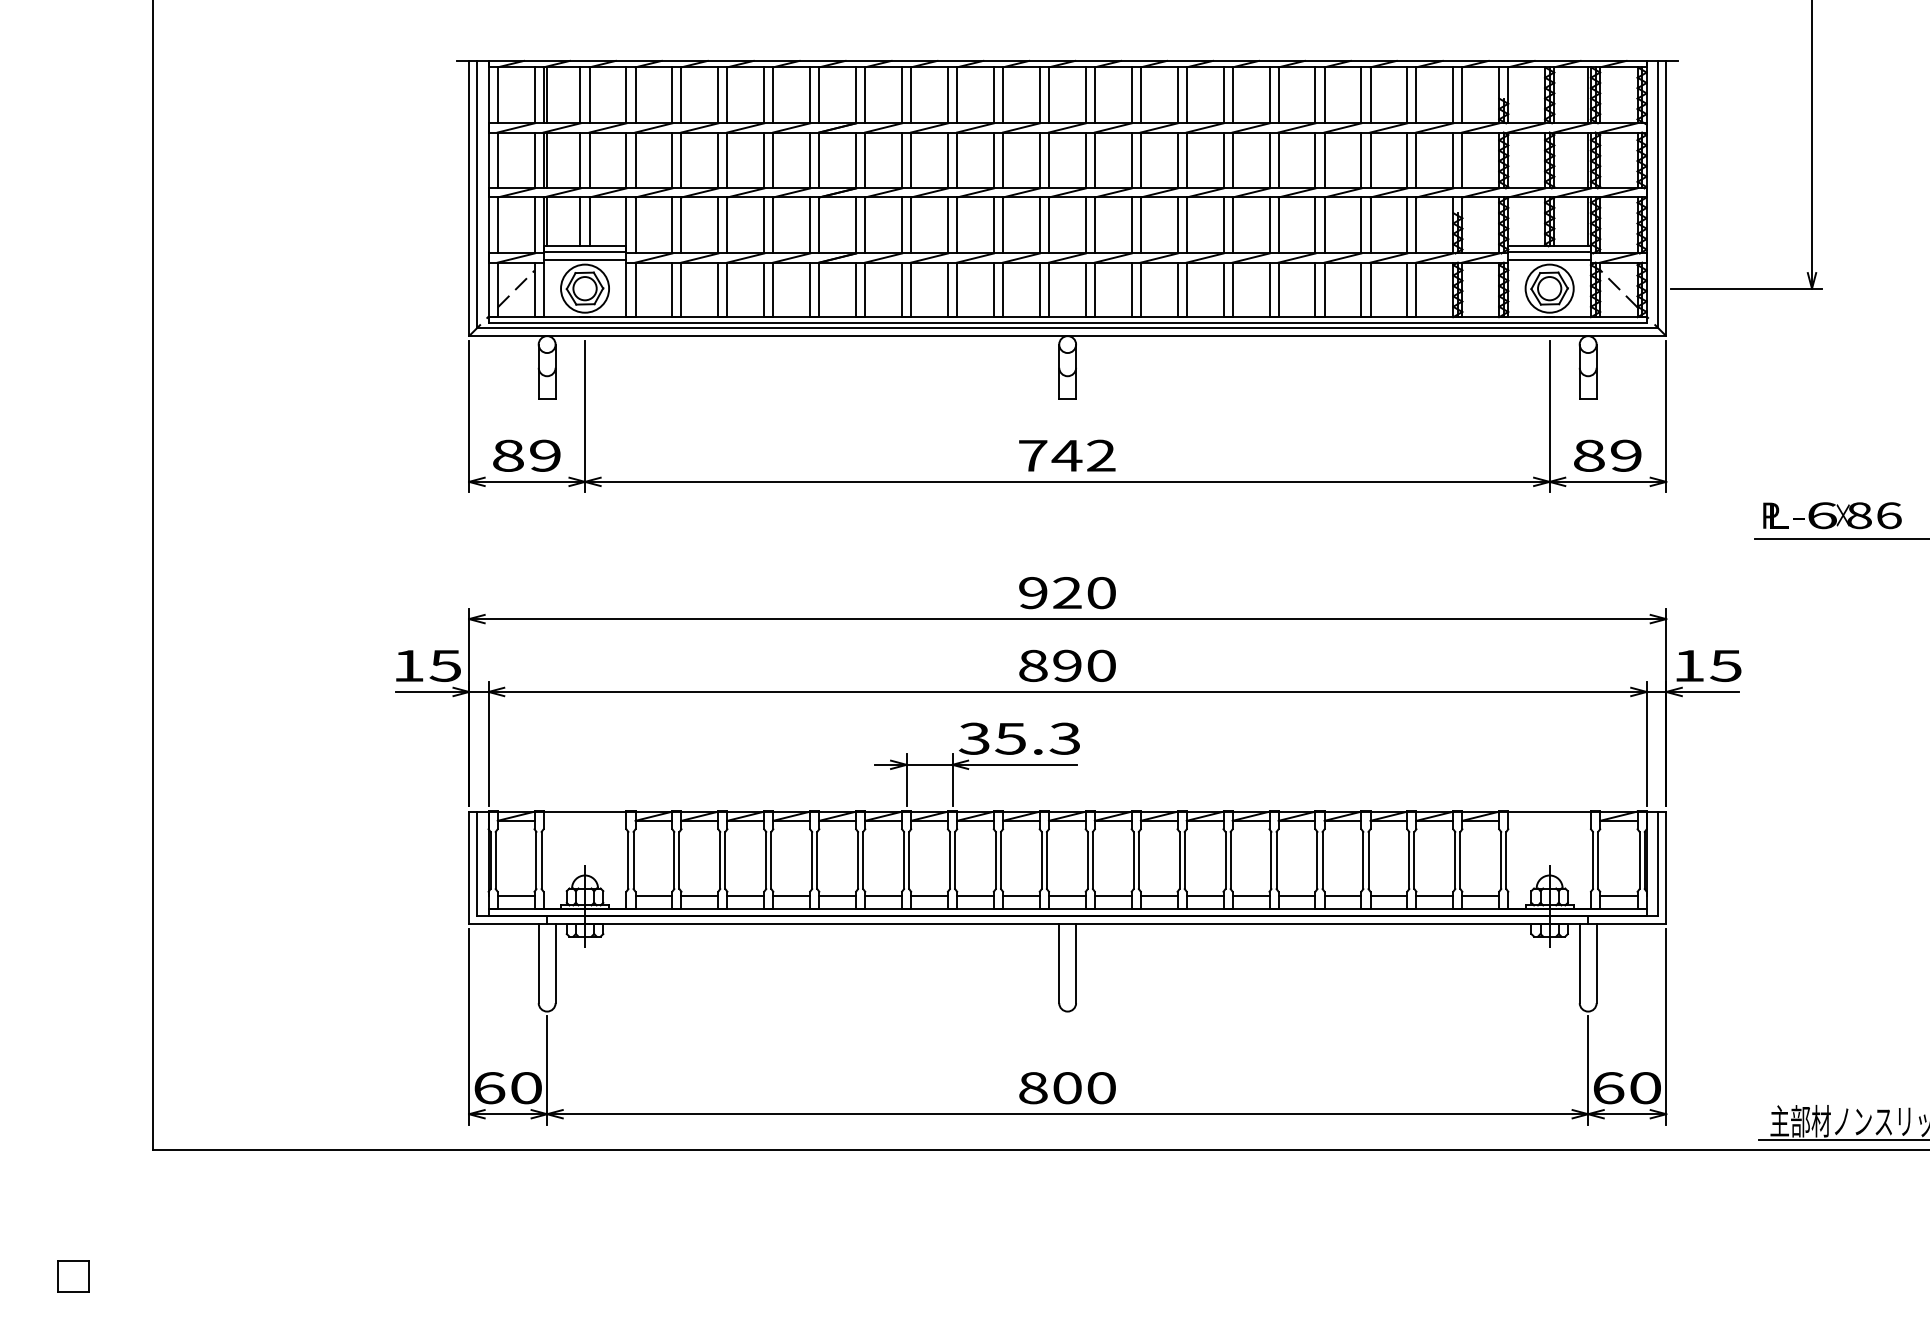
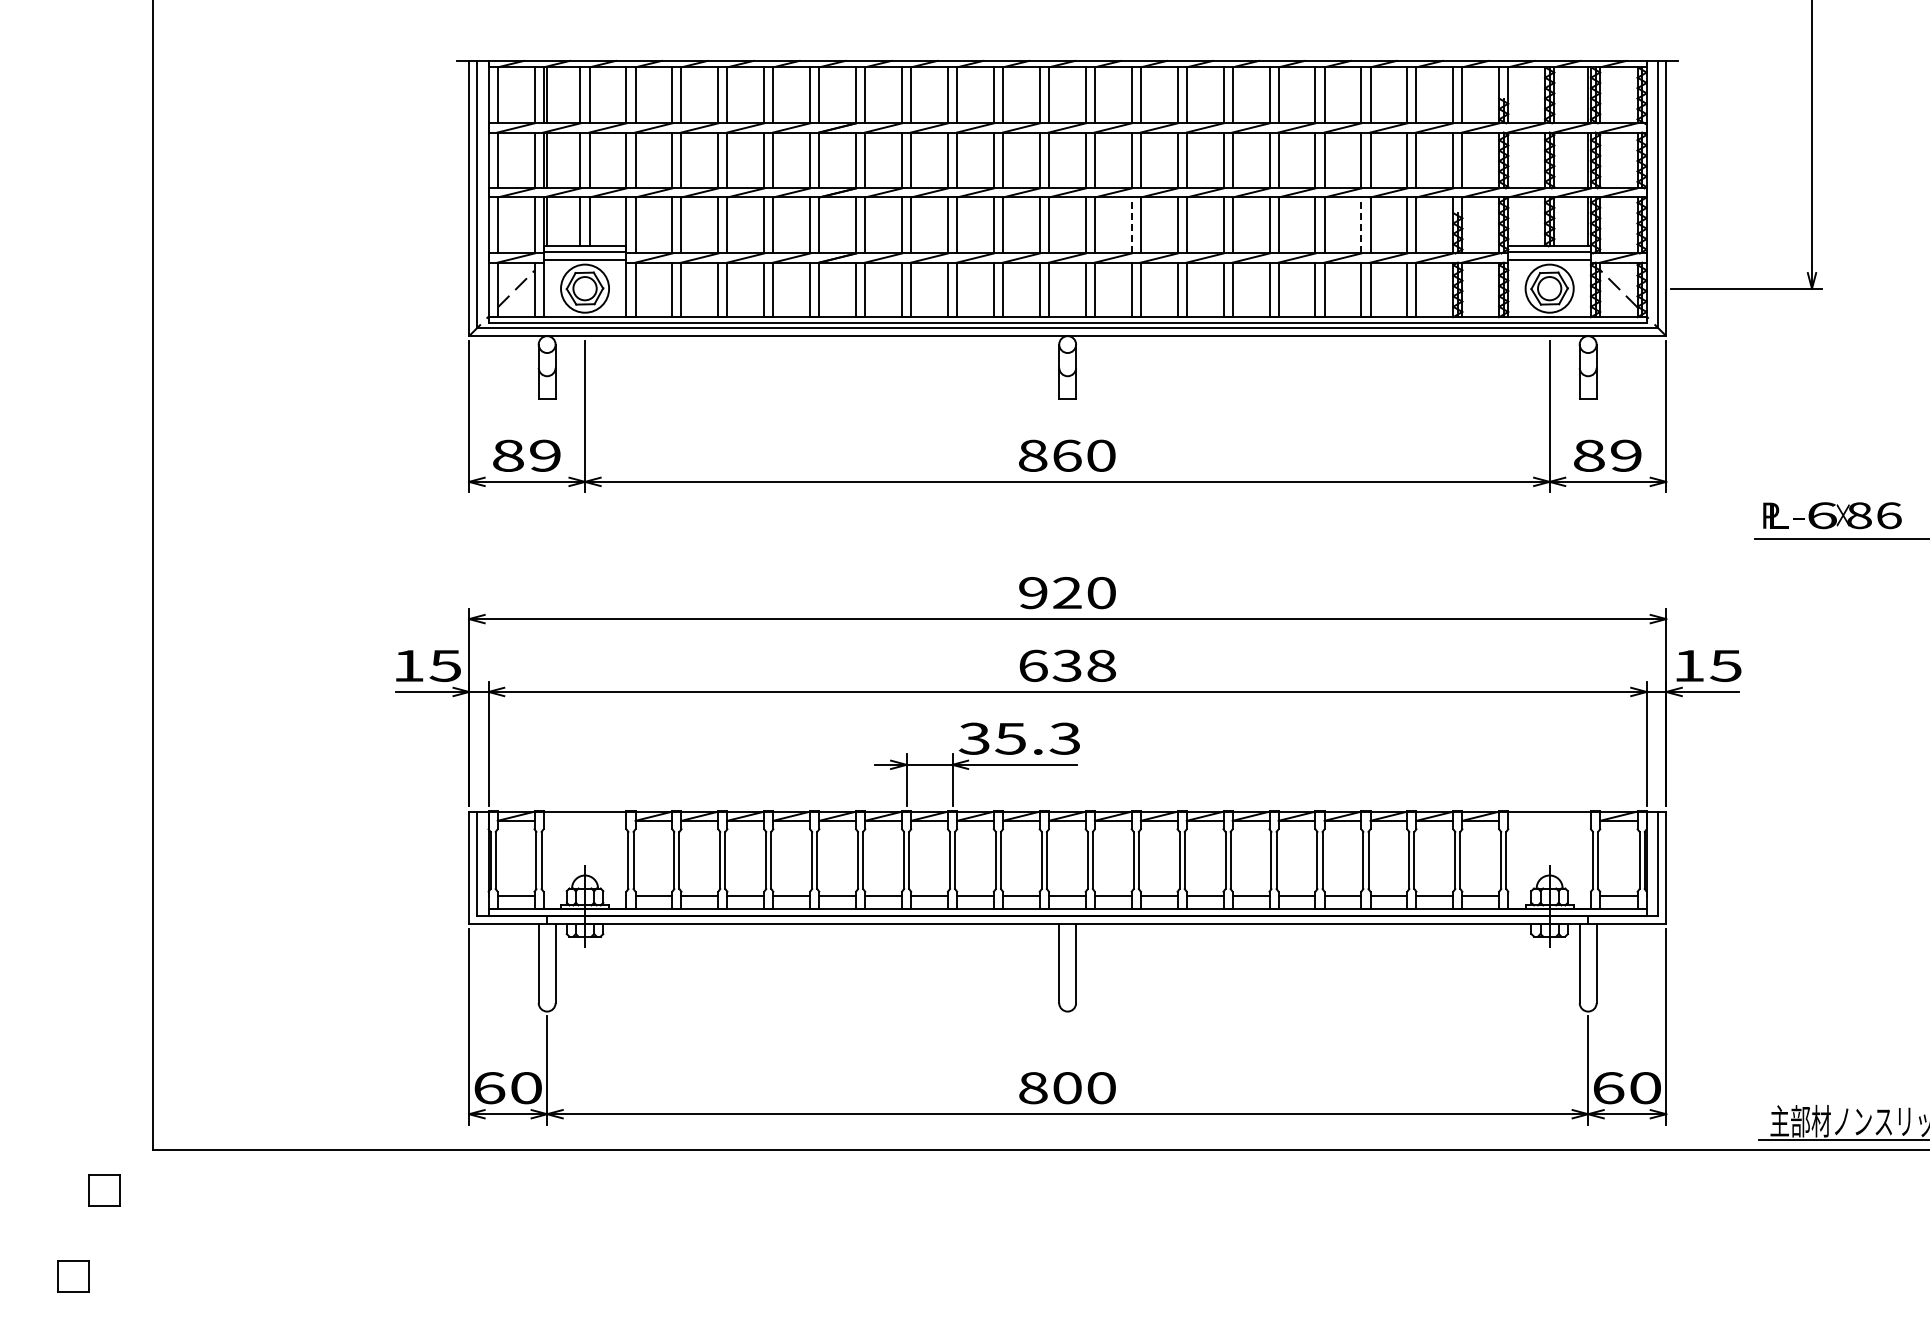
line at (1131, 225): solid -> dashed
line at (1361, 225): solid -> dashed
text at (1067, 455): 742 -> 860
text at (1067, 665): 890 -> 638
part at (104, 1190): none -> present
